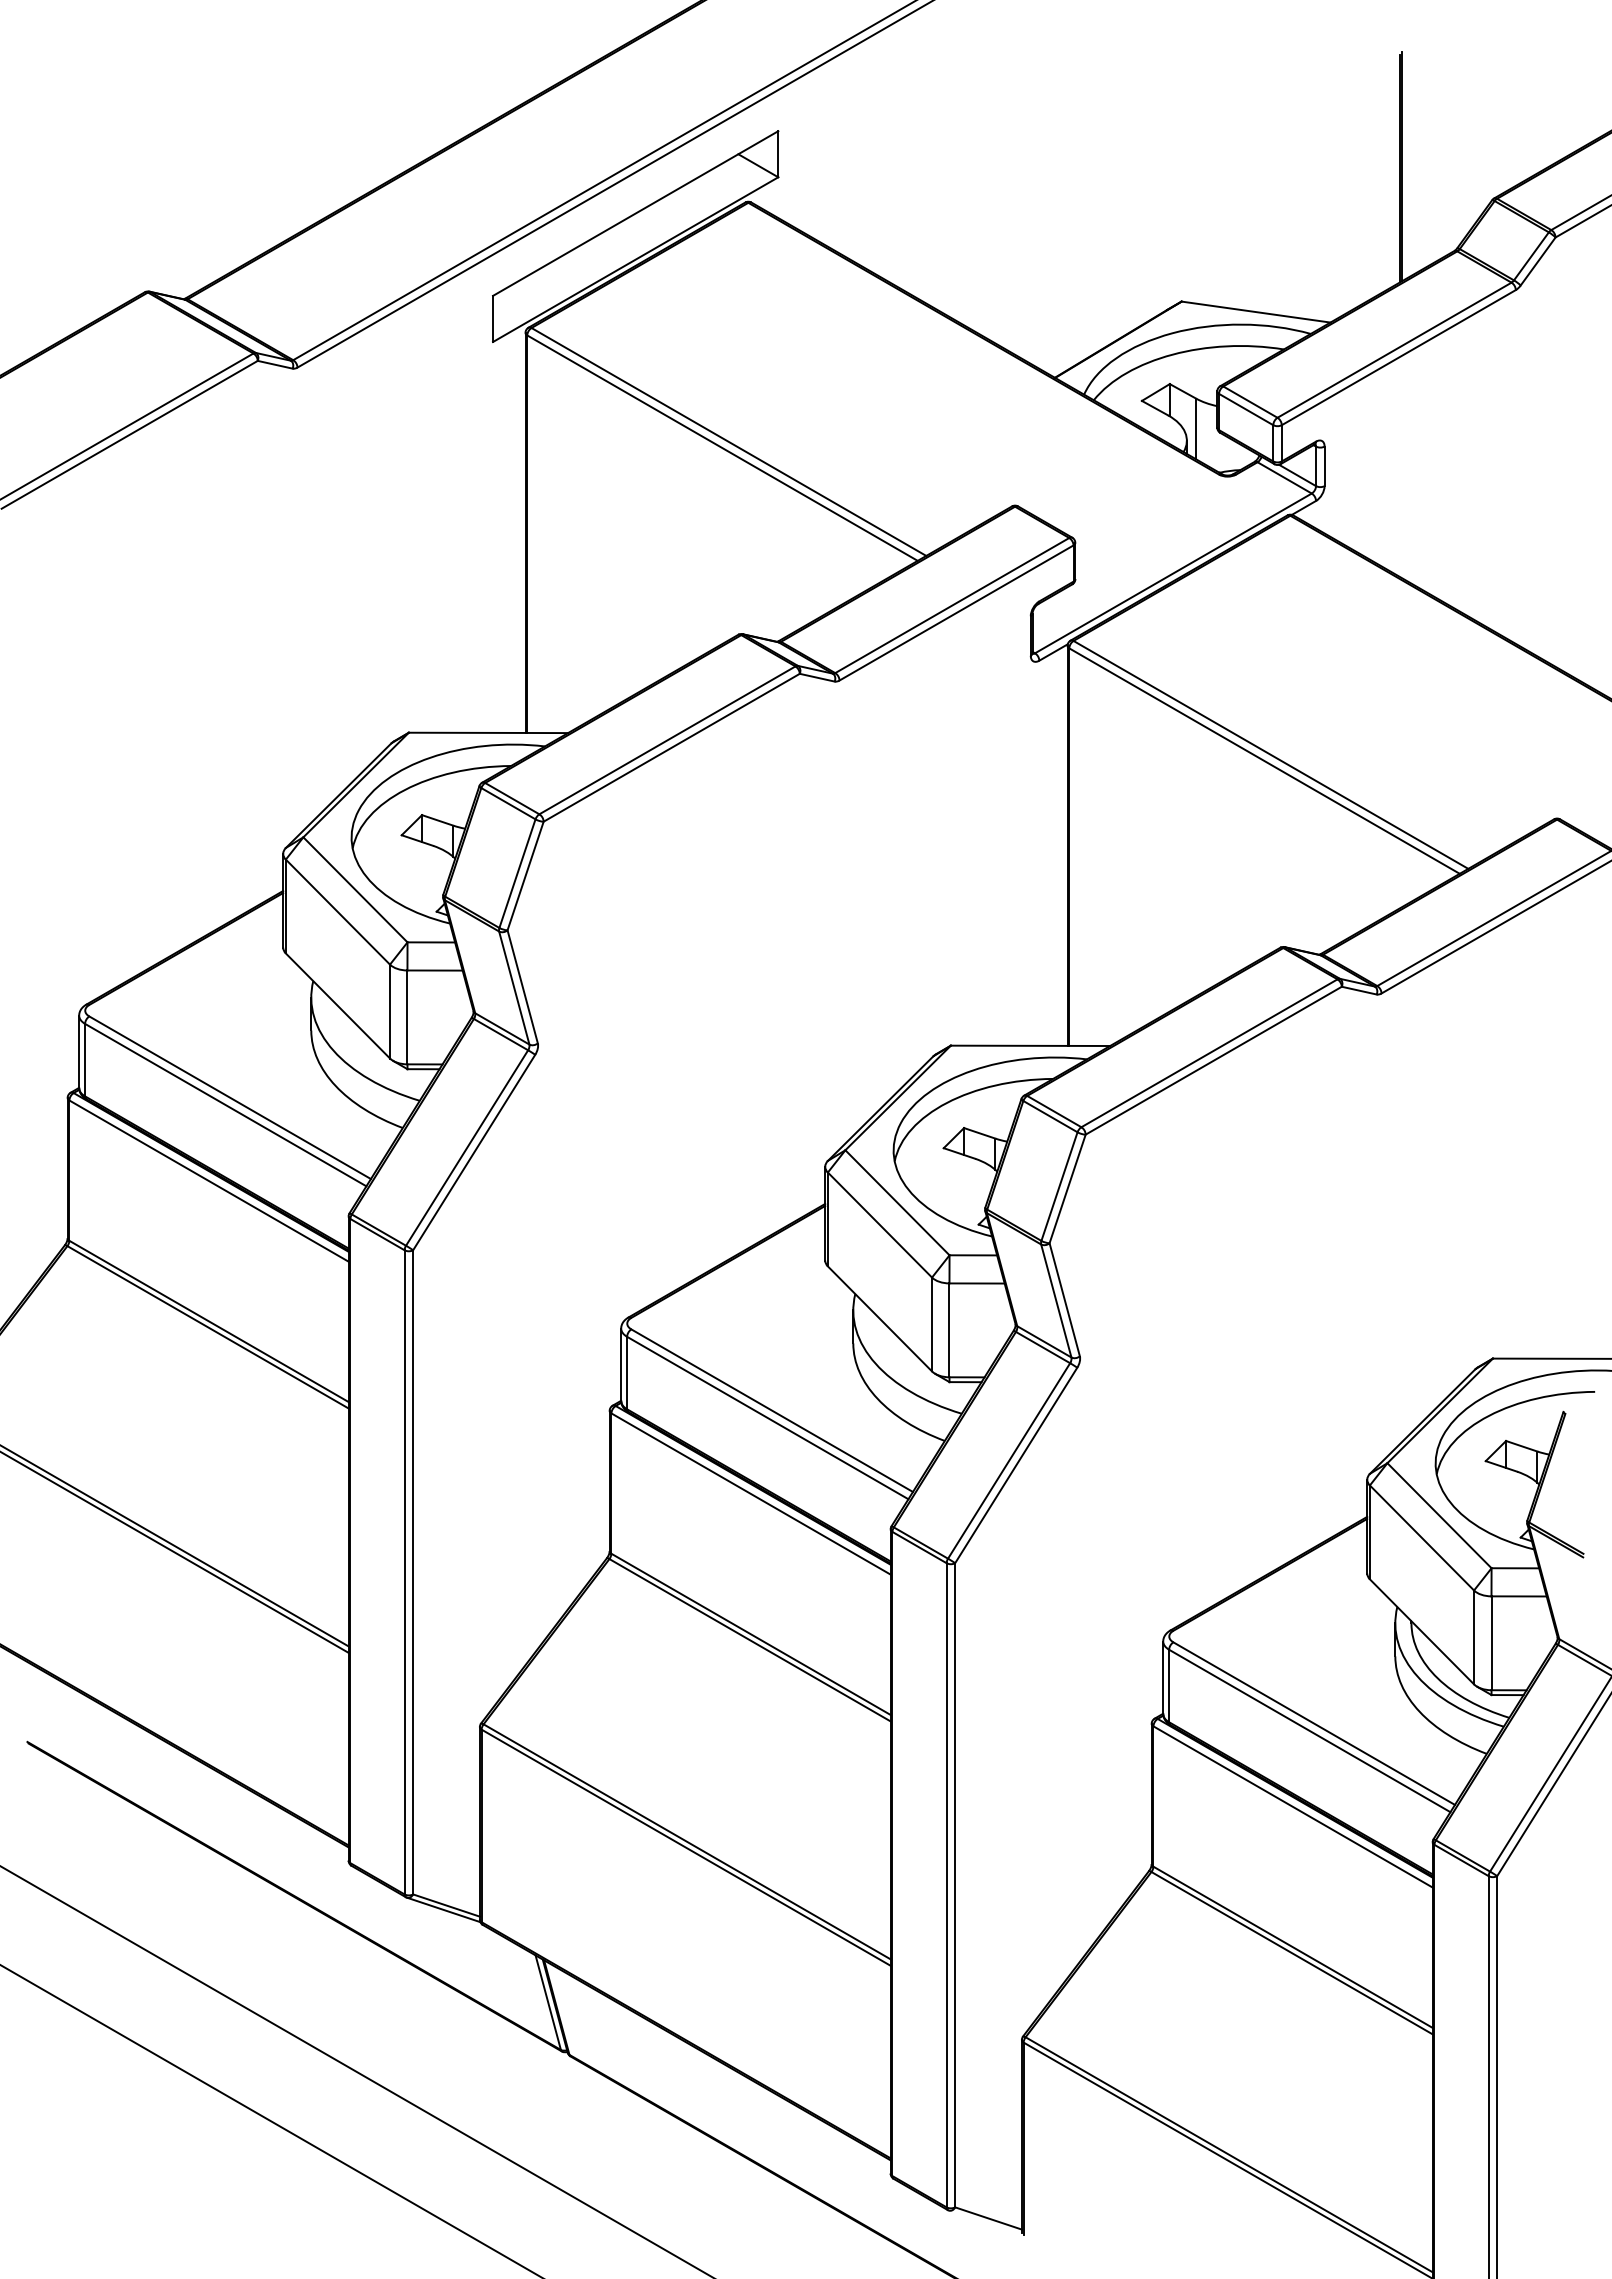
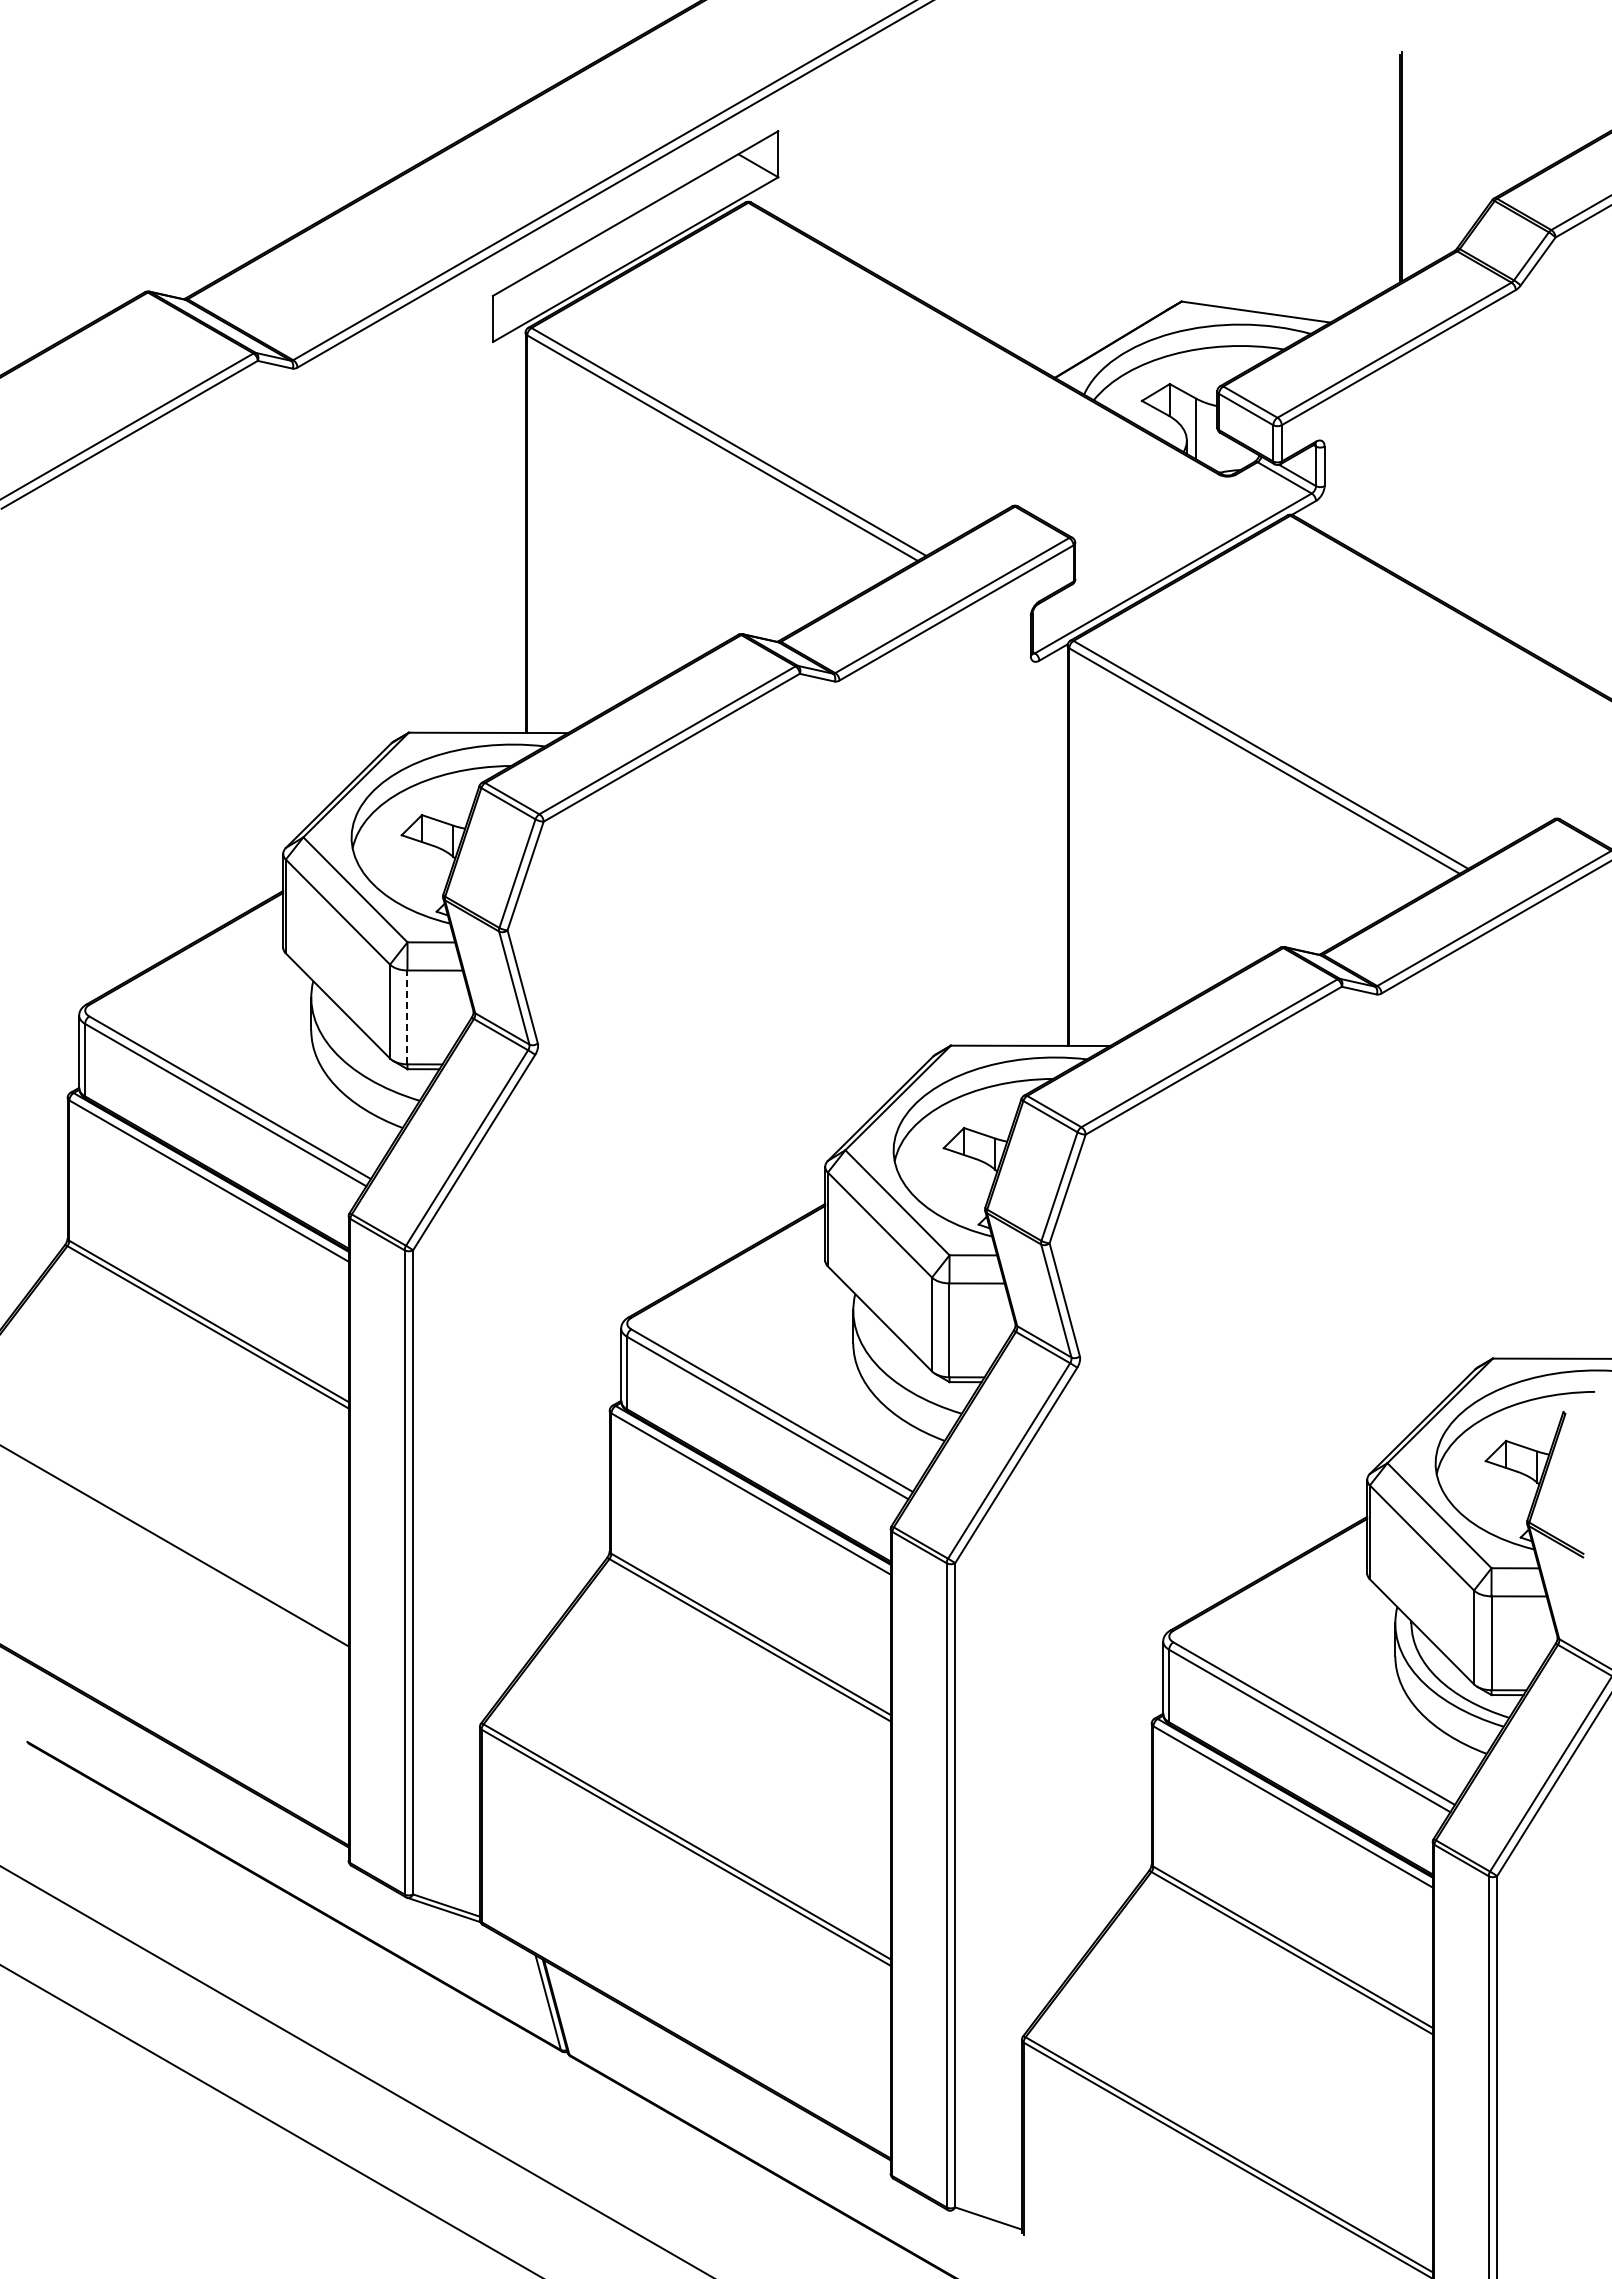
line at (407, 1017): solid -> dashed
line at (175, 1552): present -> none
